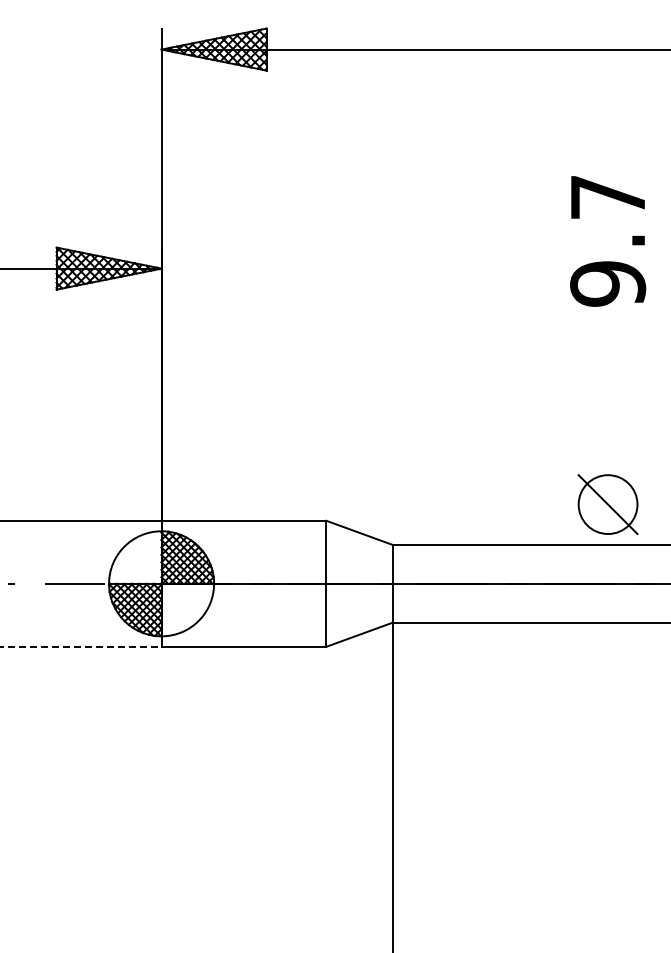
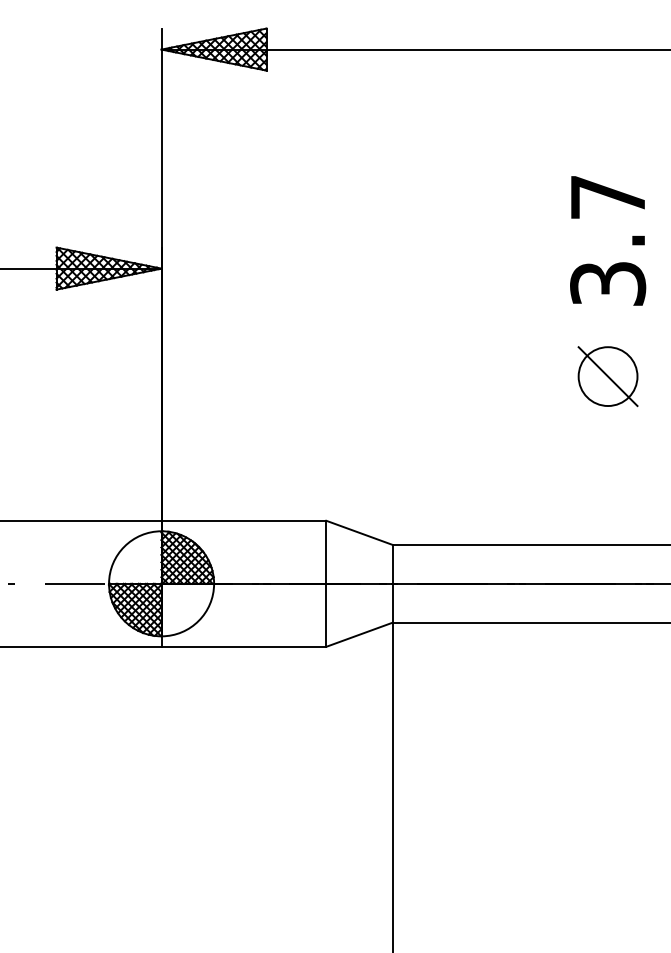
text at (608, 283): 9.7 -> 3.7
part at (607, 504) position: (607, 504) -> (607, 376)
line at (81, 646): dashed -> solid
